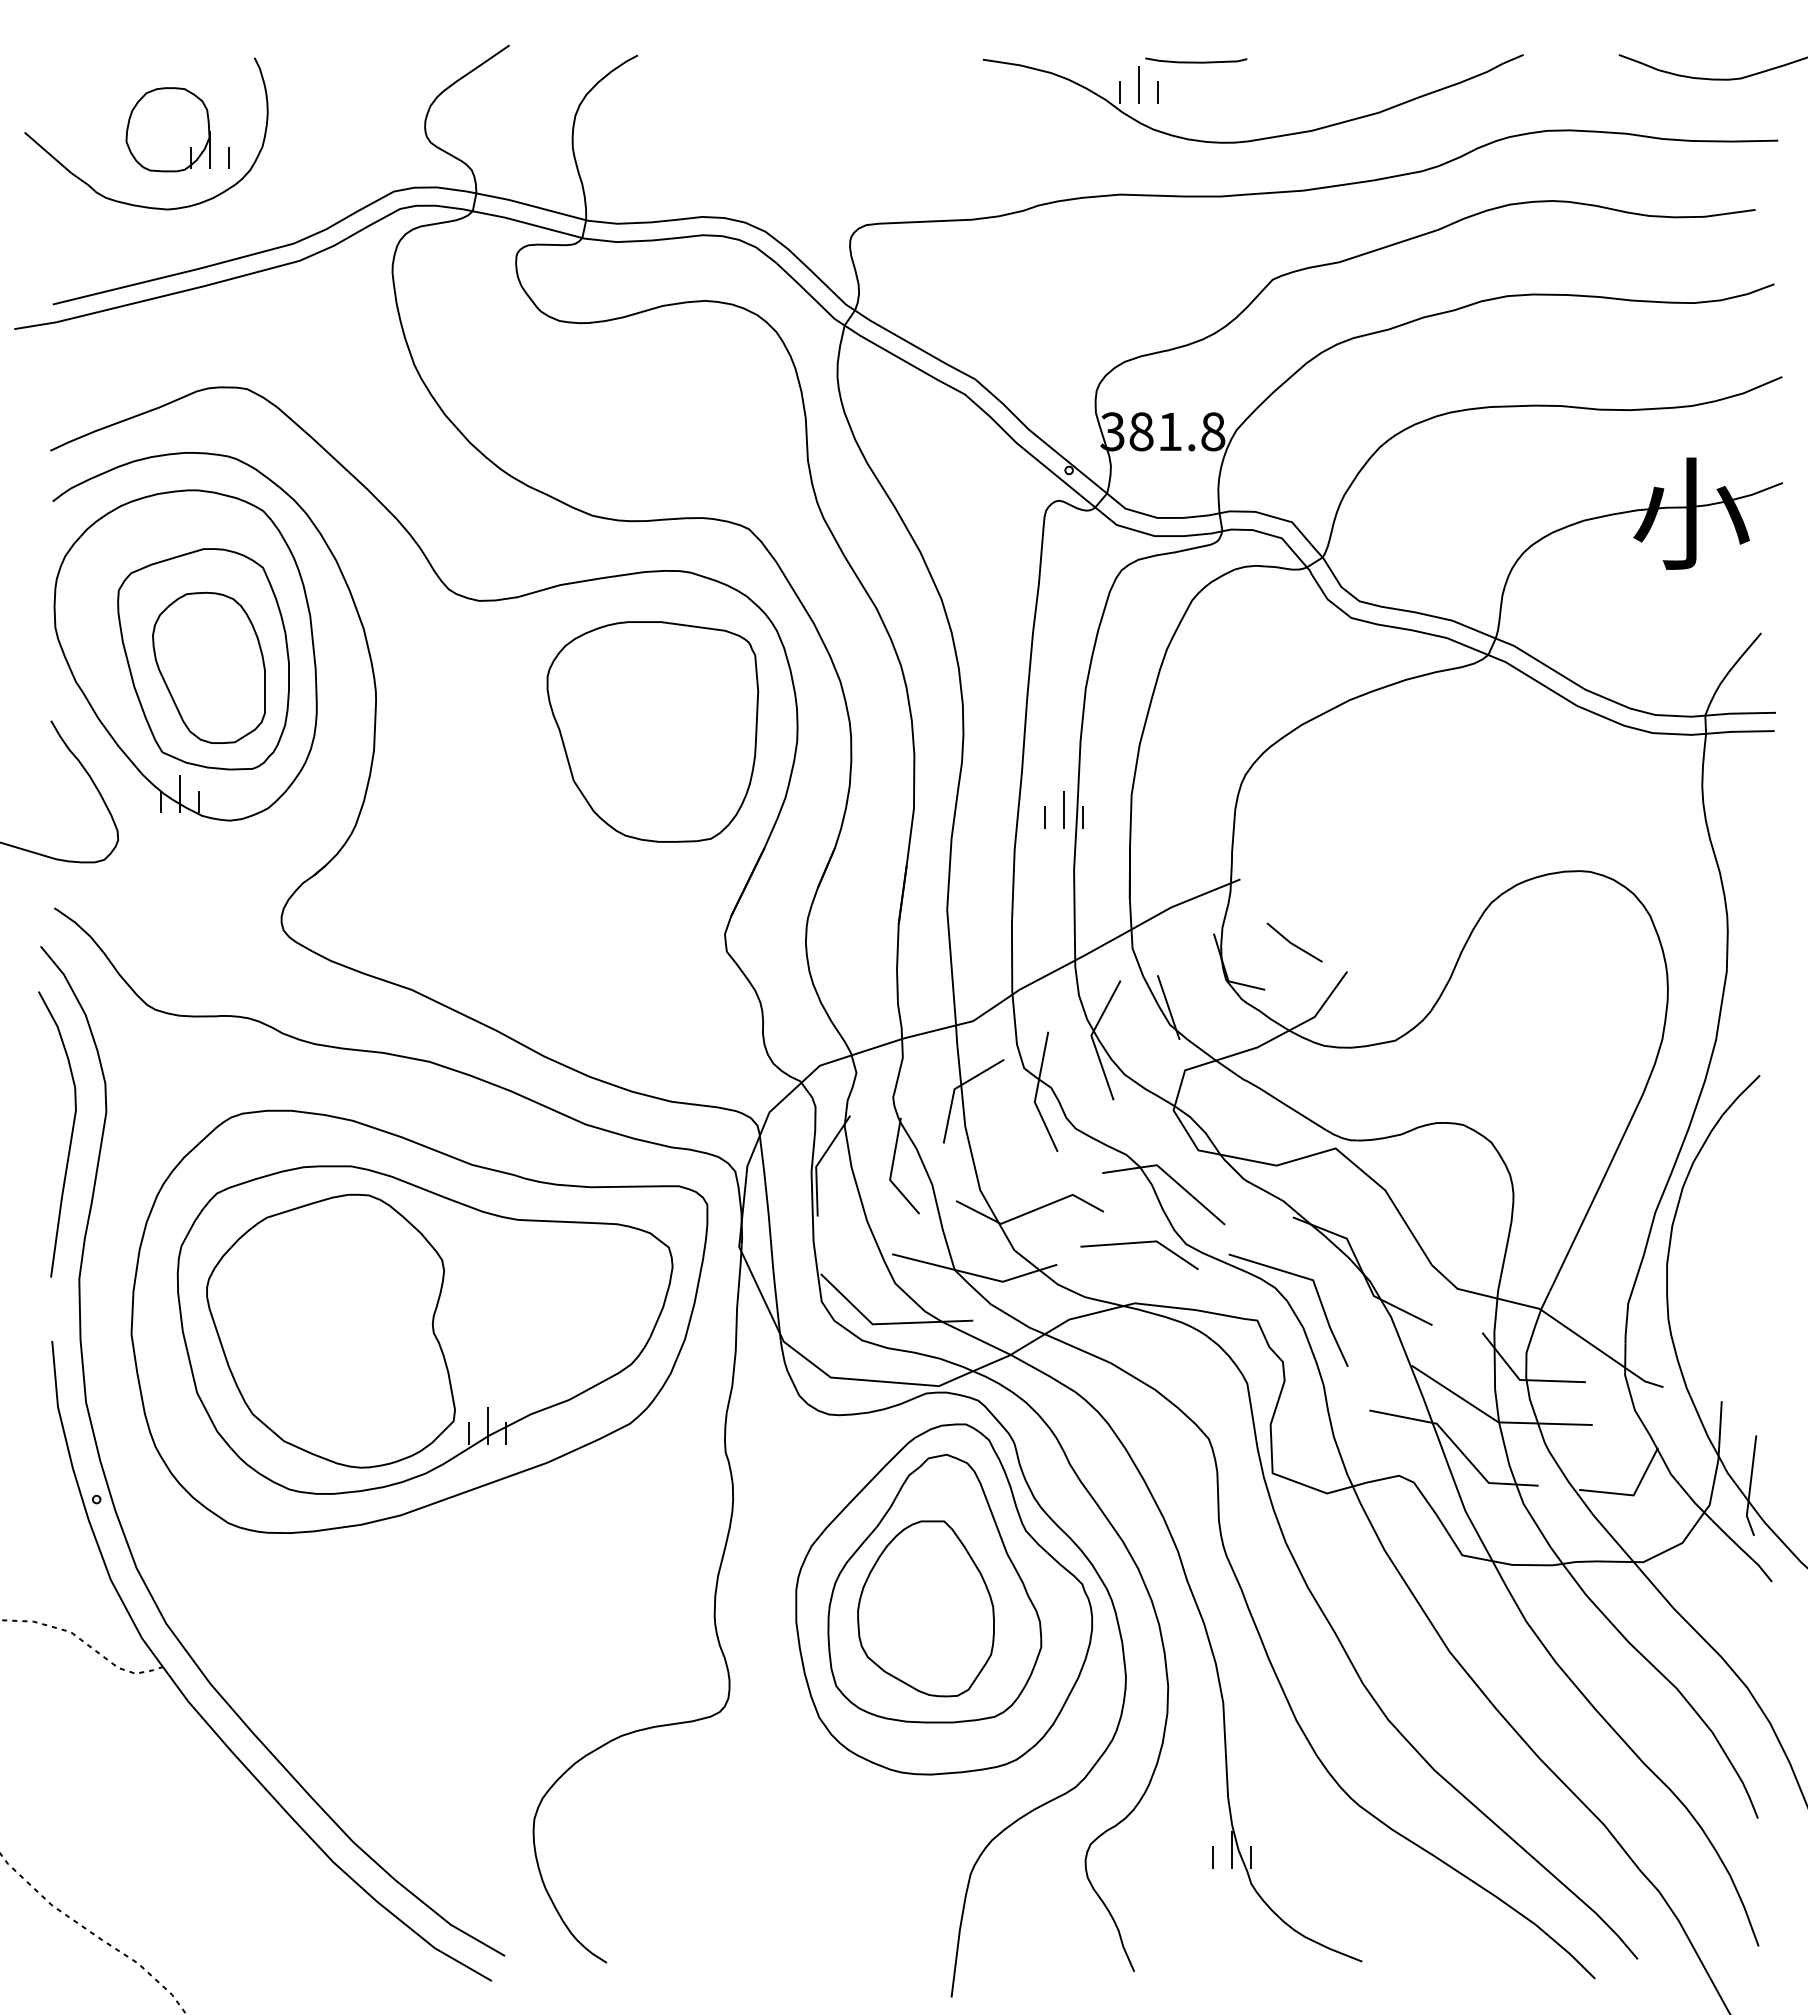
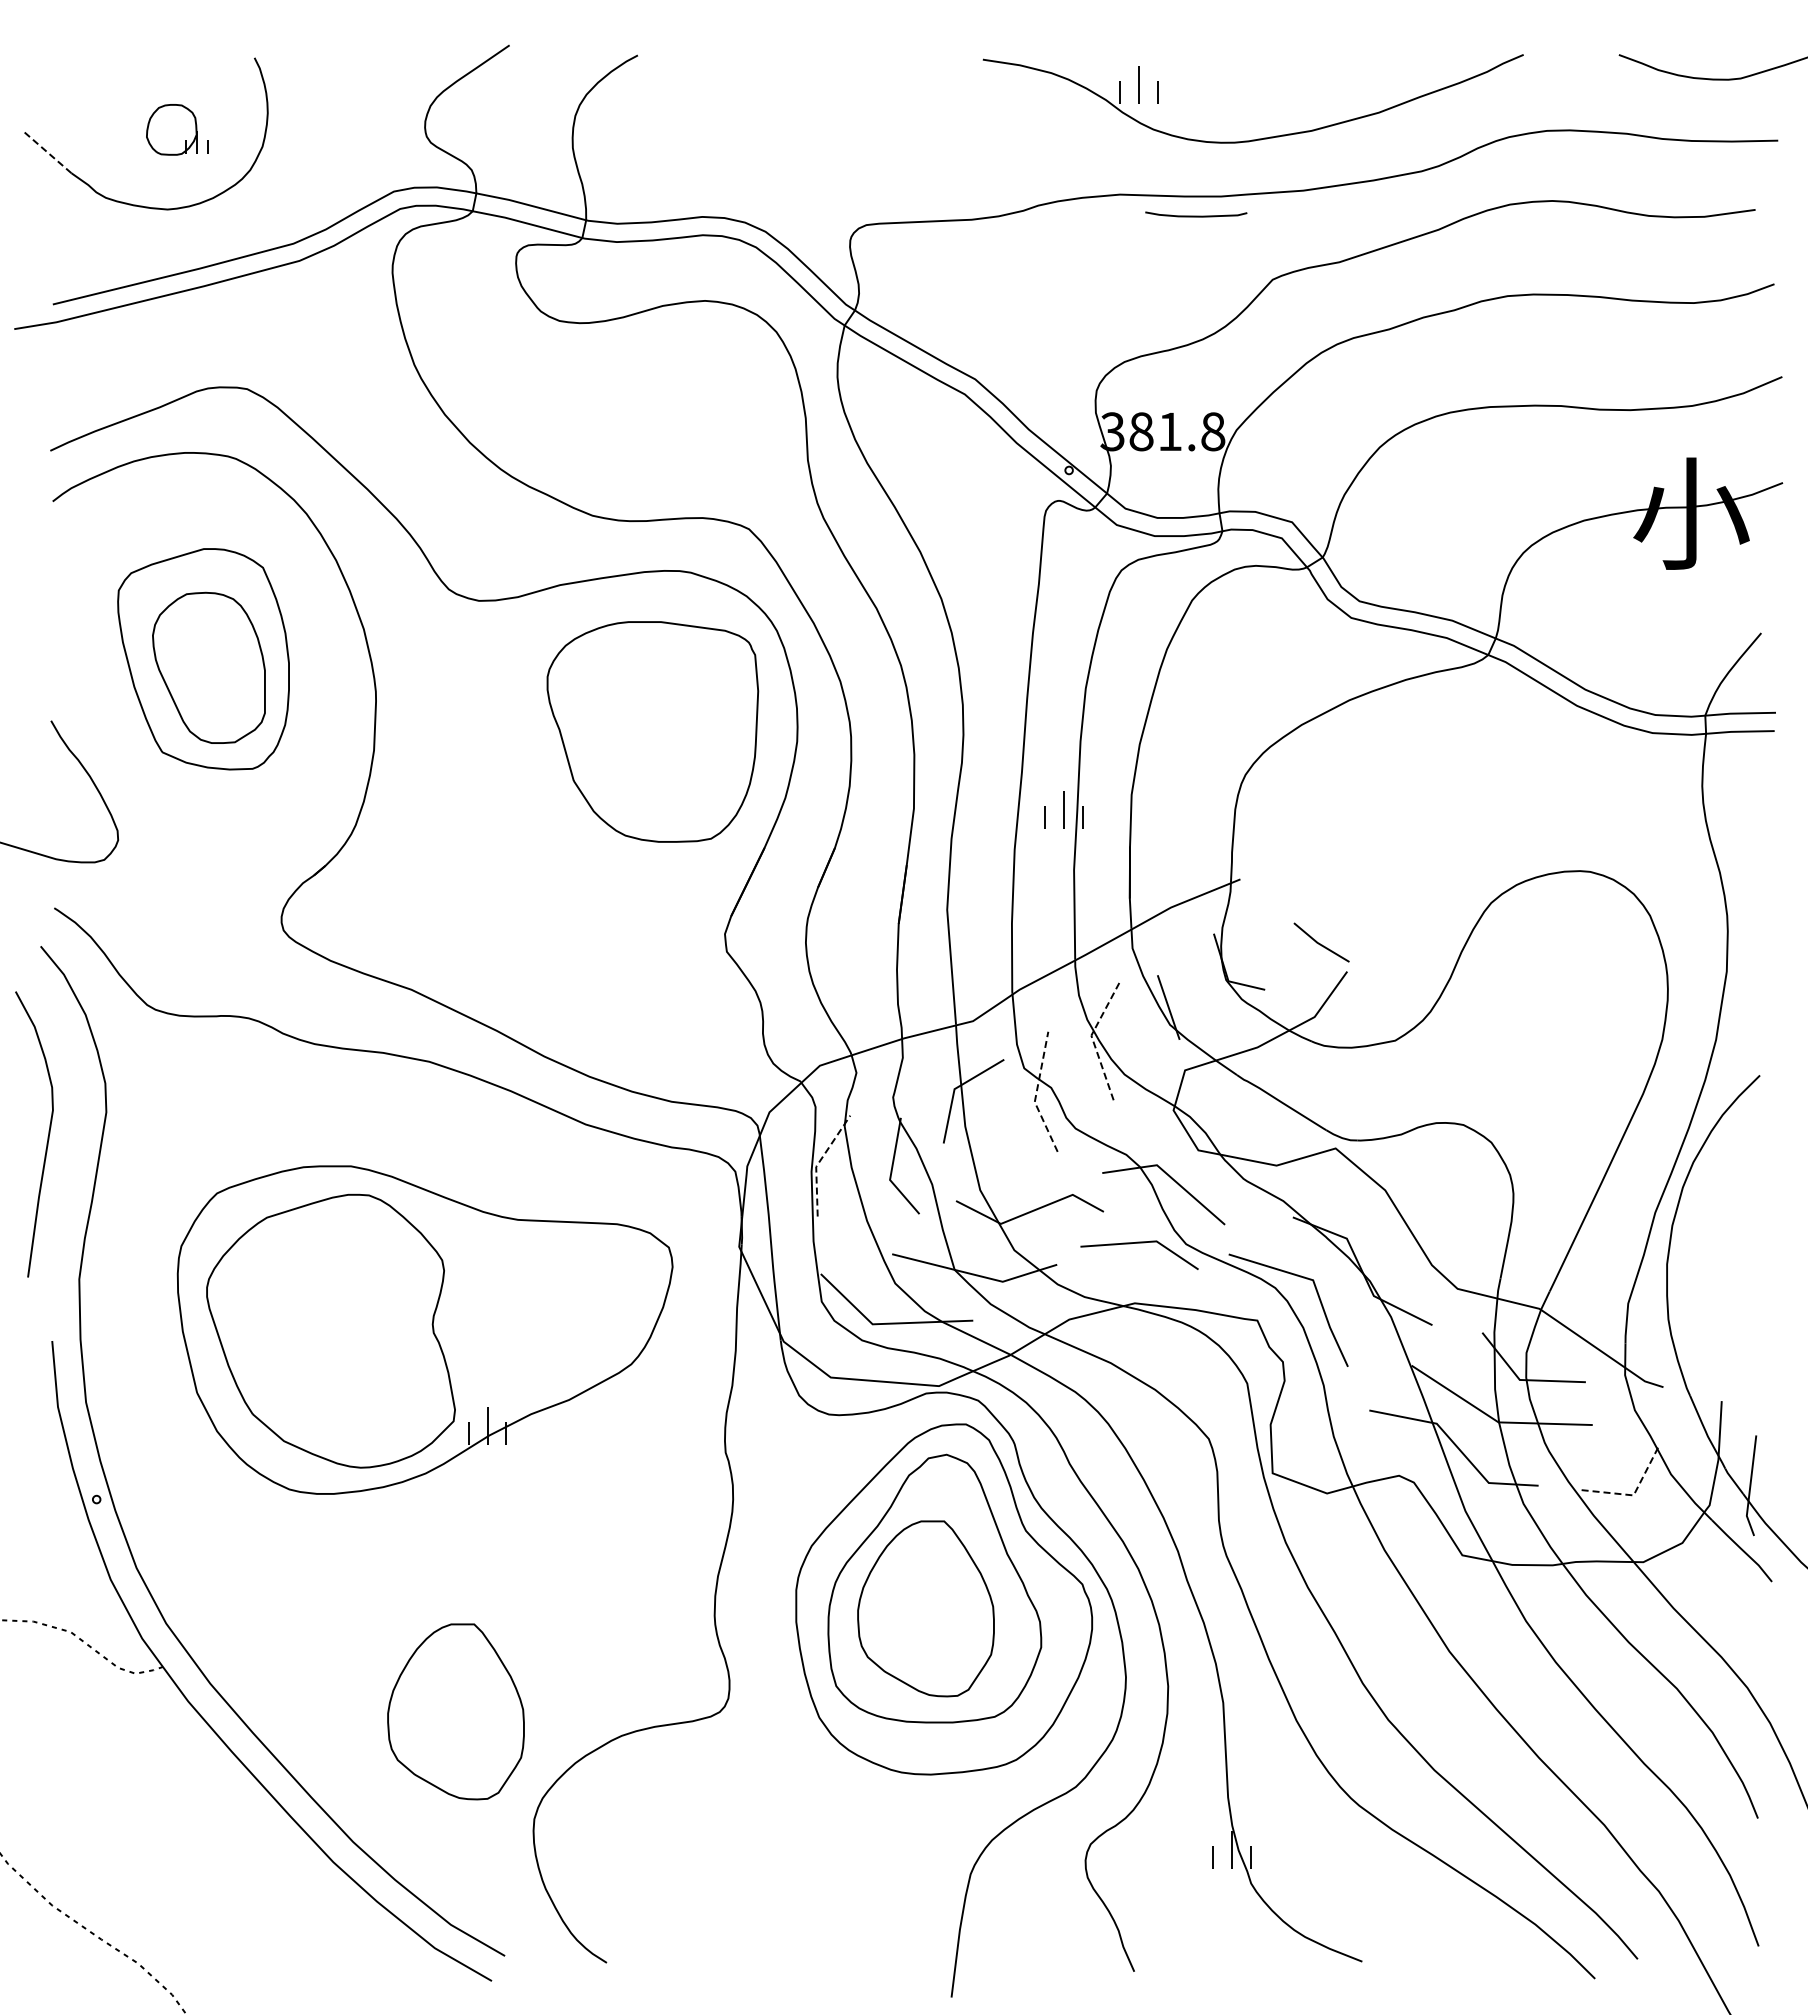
curve at (1196, 61) position: (1196, 61) -> (1196, 215)
part at (177, 129) size: 105x86 px -> 63x52 px
line at (47, 152): solid -> dashed
part at (185, 655): present -> none
line at (1293, 943) position: (1293, 943) -> (1320, 943)
line at (1091, 1036): solid -> dashed
line at (1036, 1093): solid -> dashed
curve at (70, 1136) position: (70, 1136) -> (47, 1136)
line at (819, 1161): solid -> dashed
part at (419, 1321): present -> none
line at (1633, 1495): solid -> dashed
part at (455, 1711): none -> present
